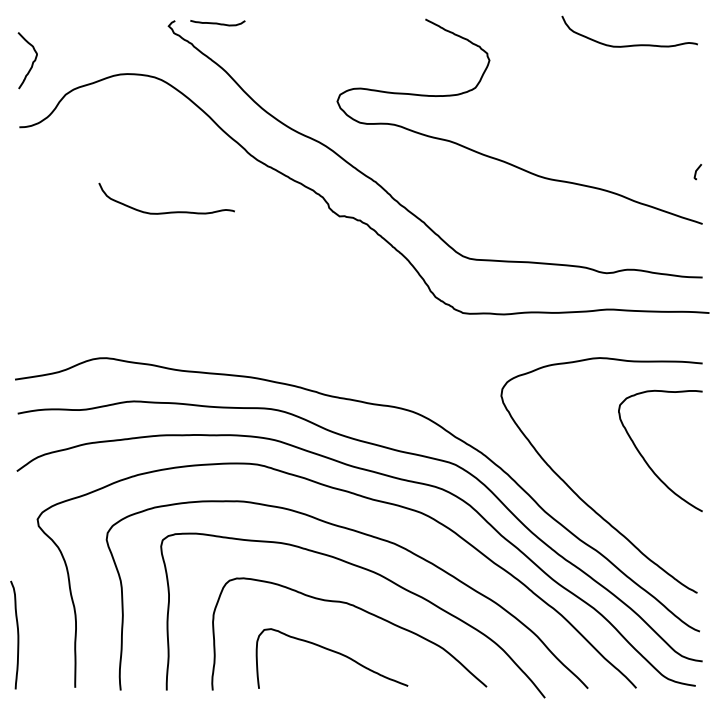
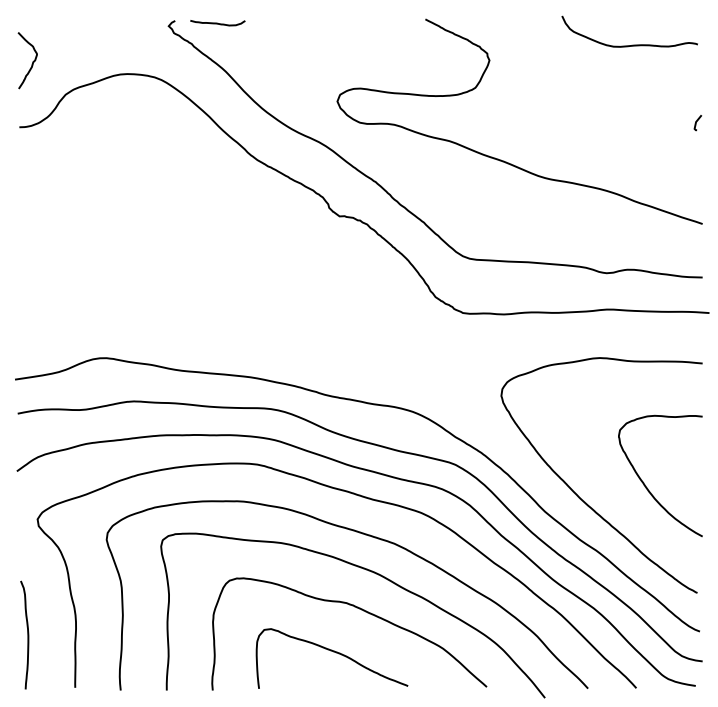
line at (696, 172) position: (696, 172) -> (696, 123)
curve at (169, 211): present -> none
curve at (644, 457) position: (644, 457) -> (644, 482)
curve at (17, 634) position: (17, 634) -> (27, 634)
